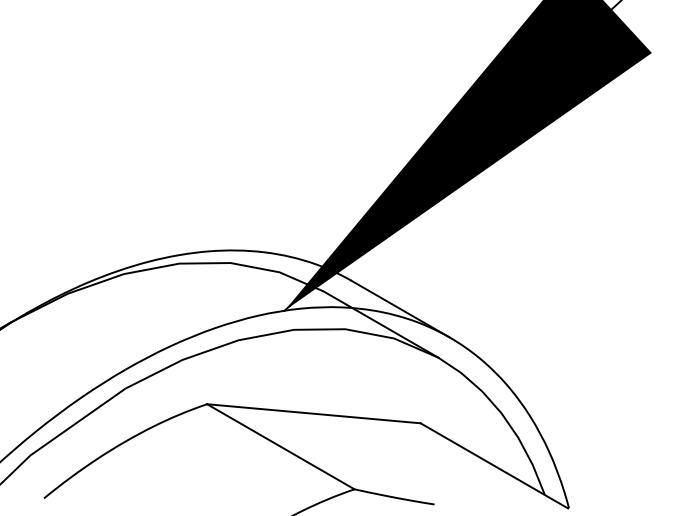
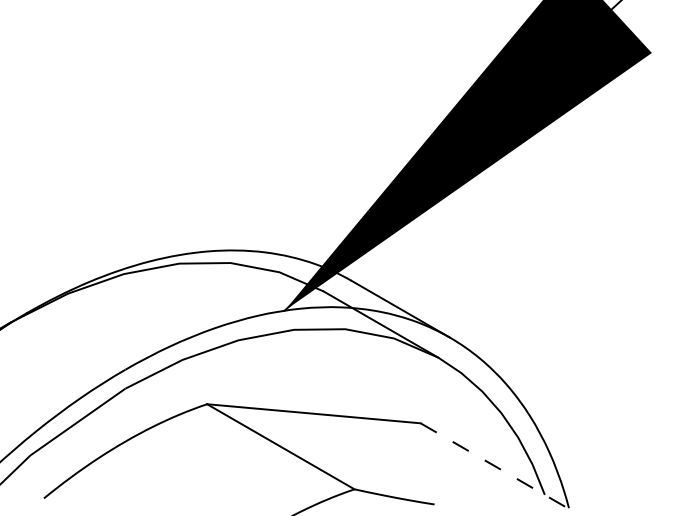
line at (494, 466): solid -> dashed
